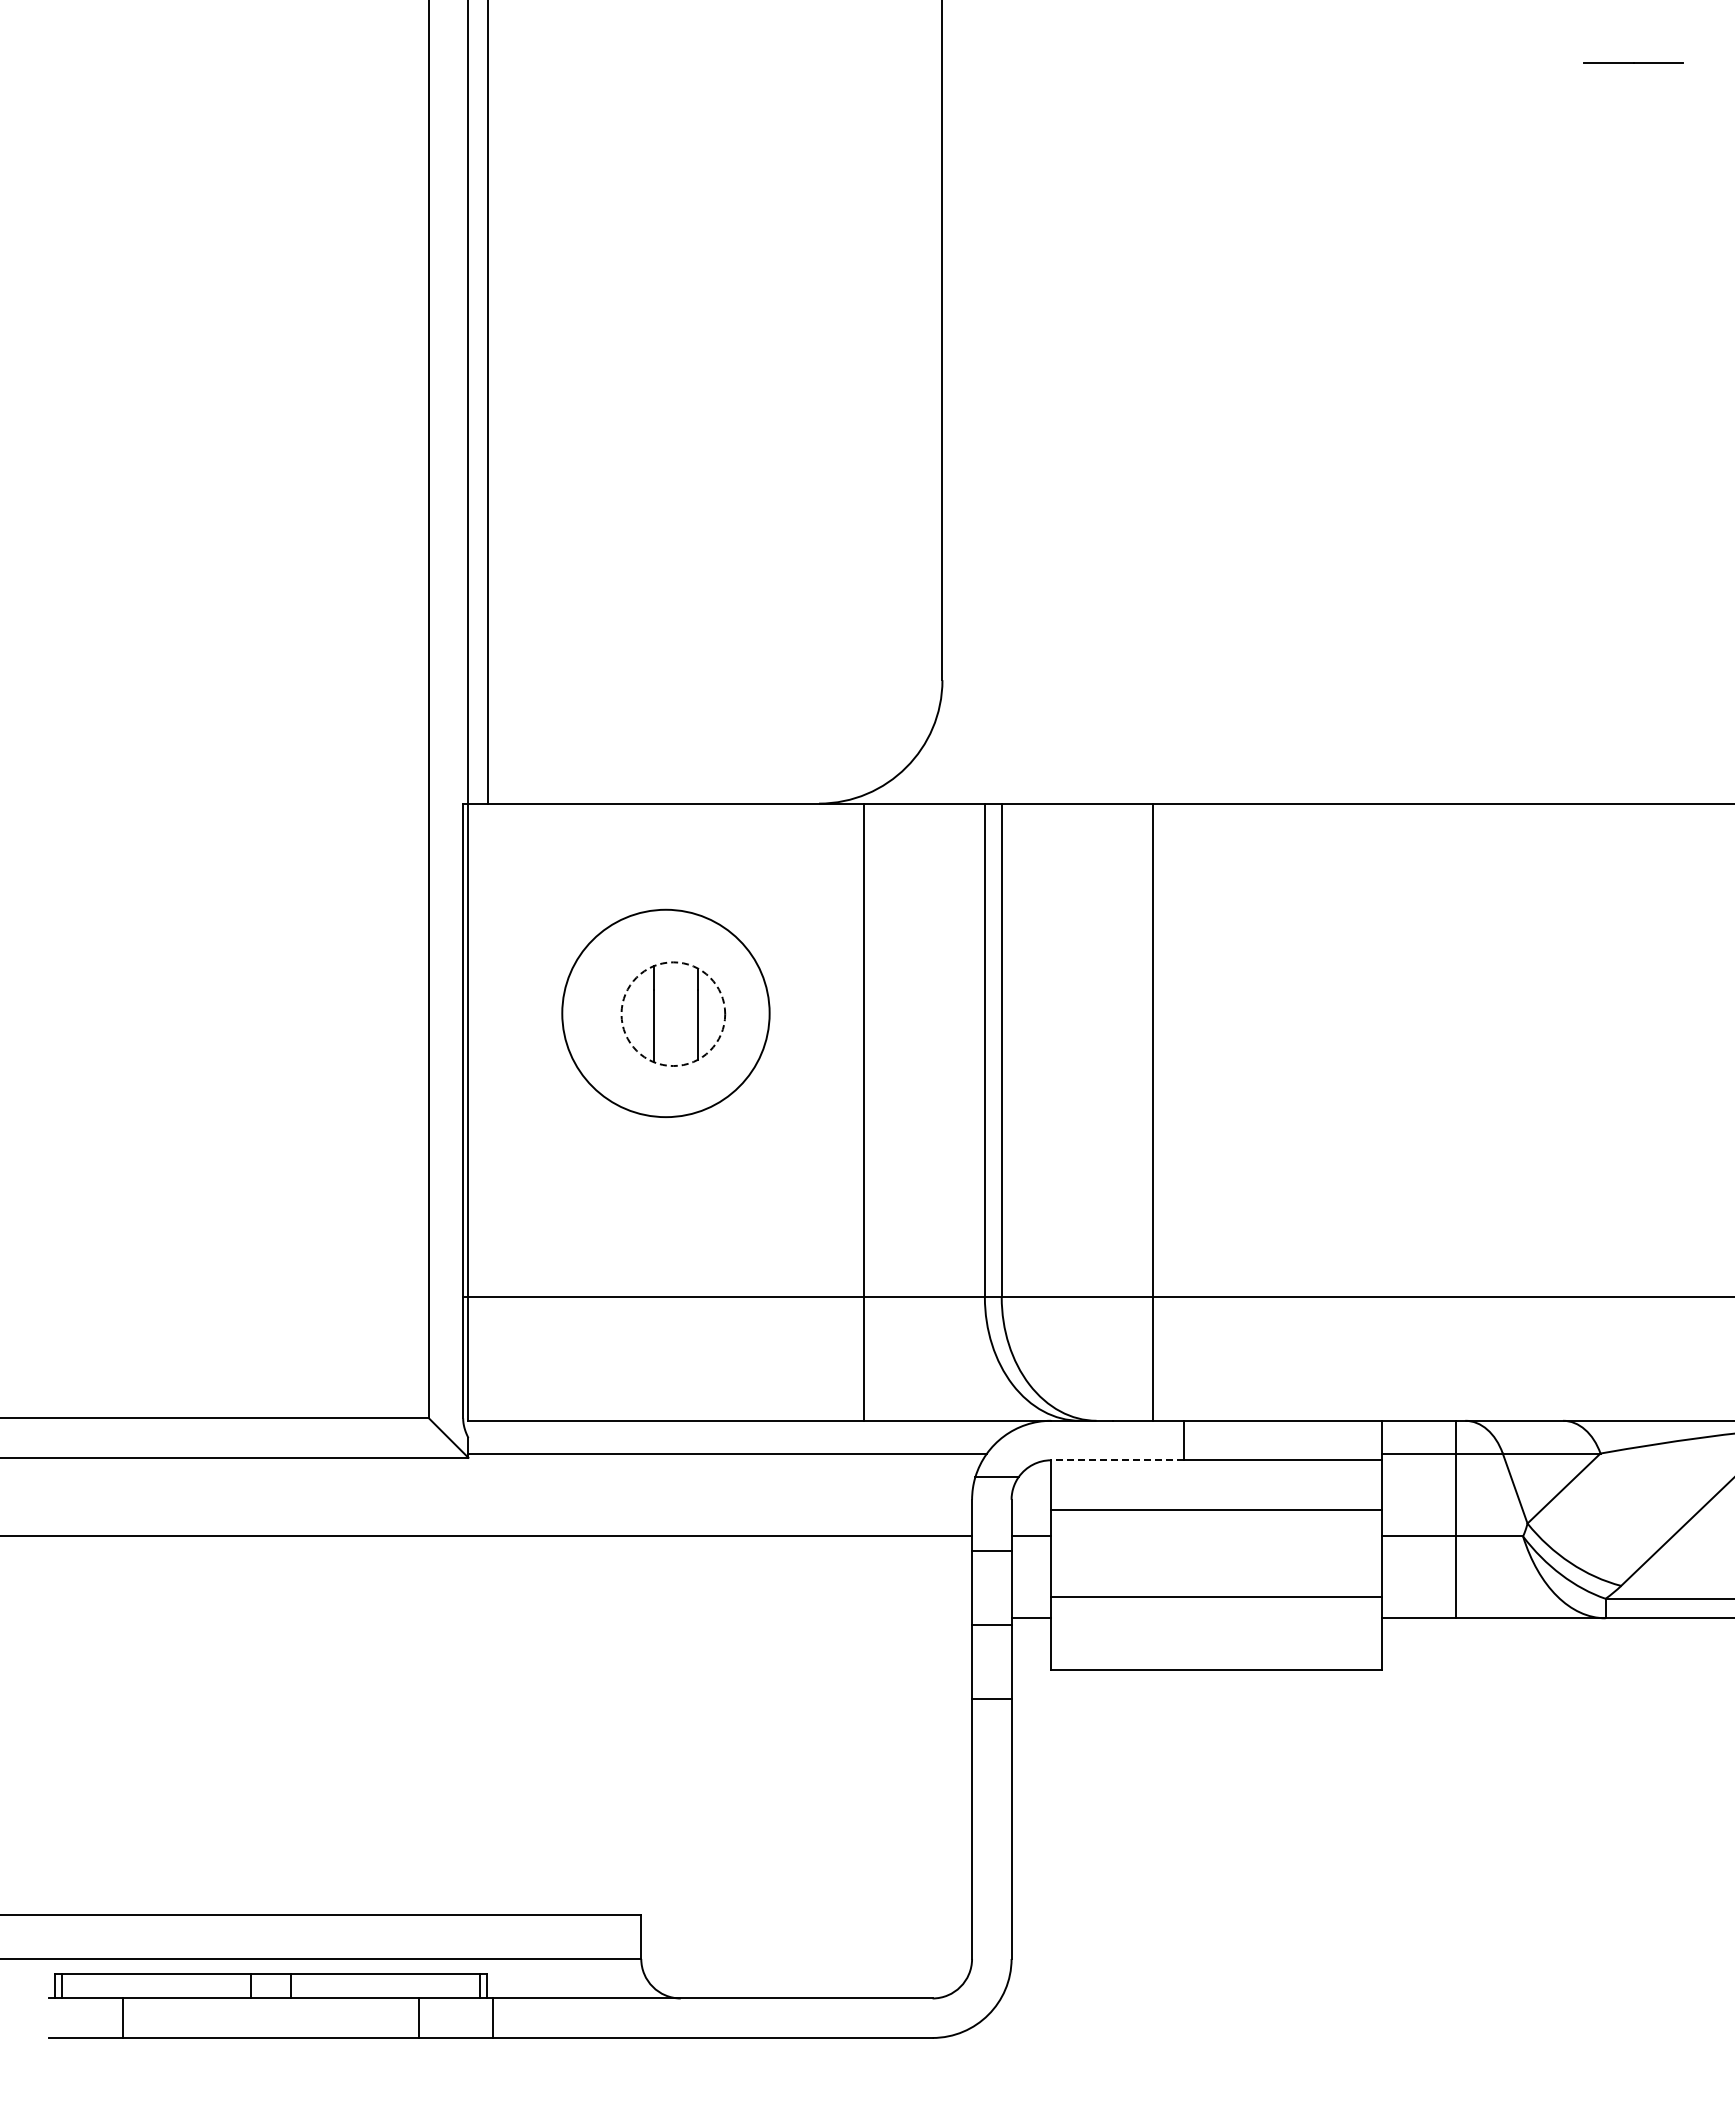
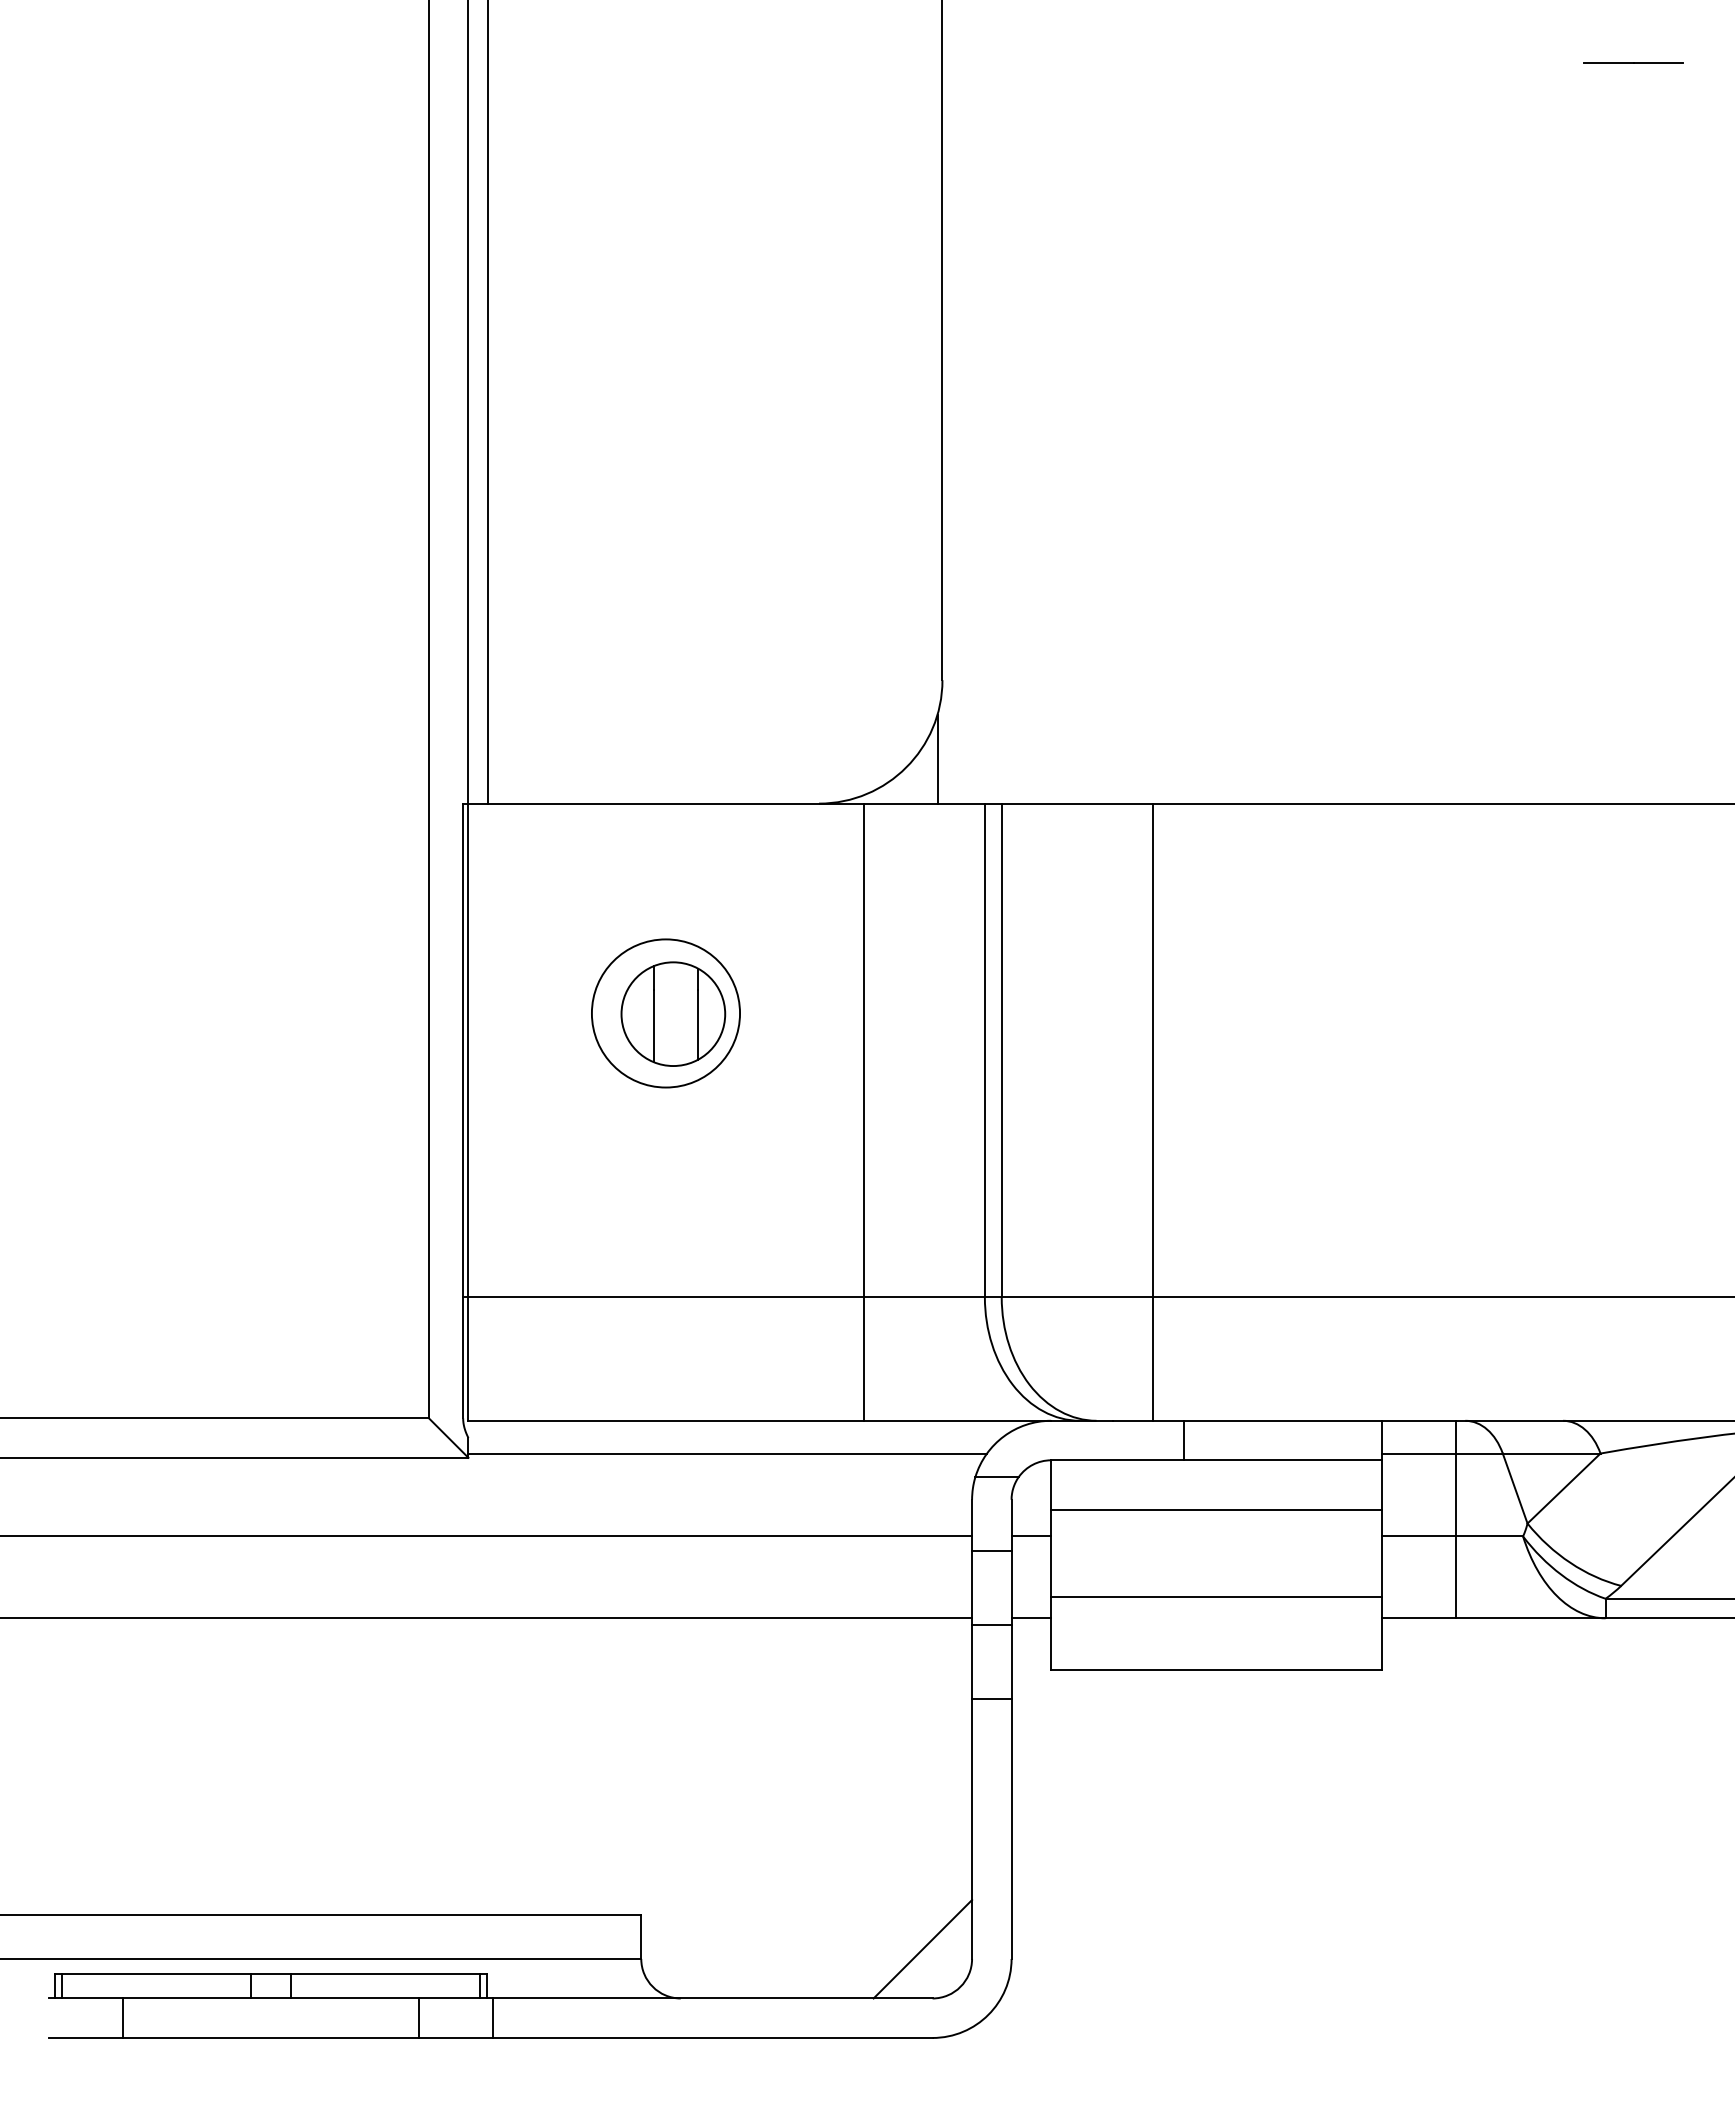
line at (937, 758): none -> present
circle at (665, 1013) diameter: 207 px -> 148 px
circle at (673, 1014): dashed -> solid
line at (1117, 1460): dashed -> solid
line at (487, 1618): none -> present
line at (922, 1949): none -> present
